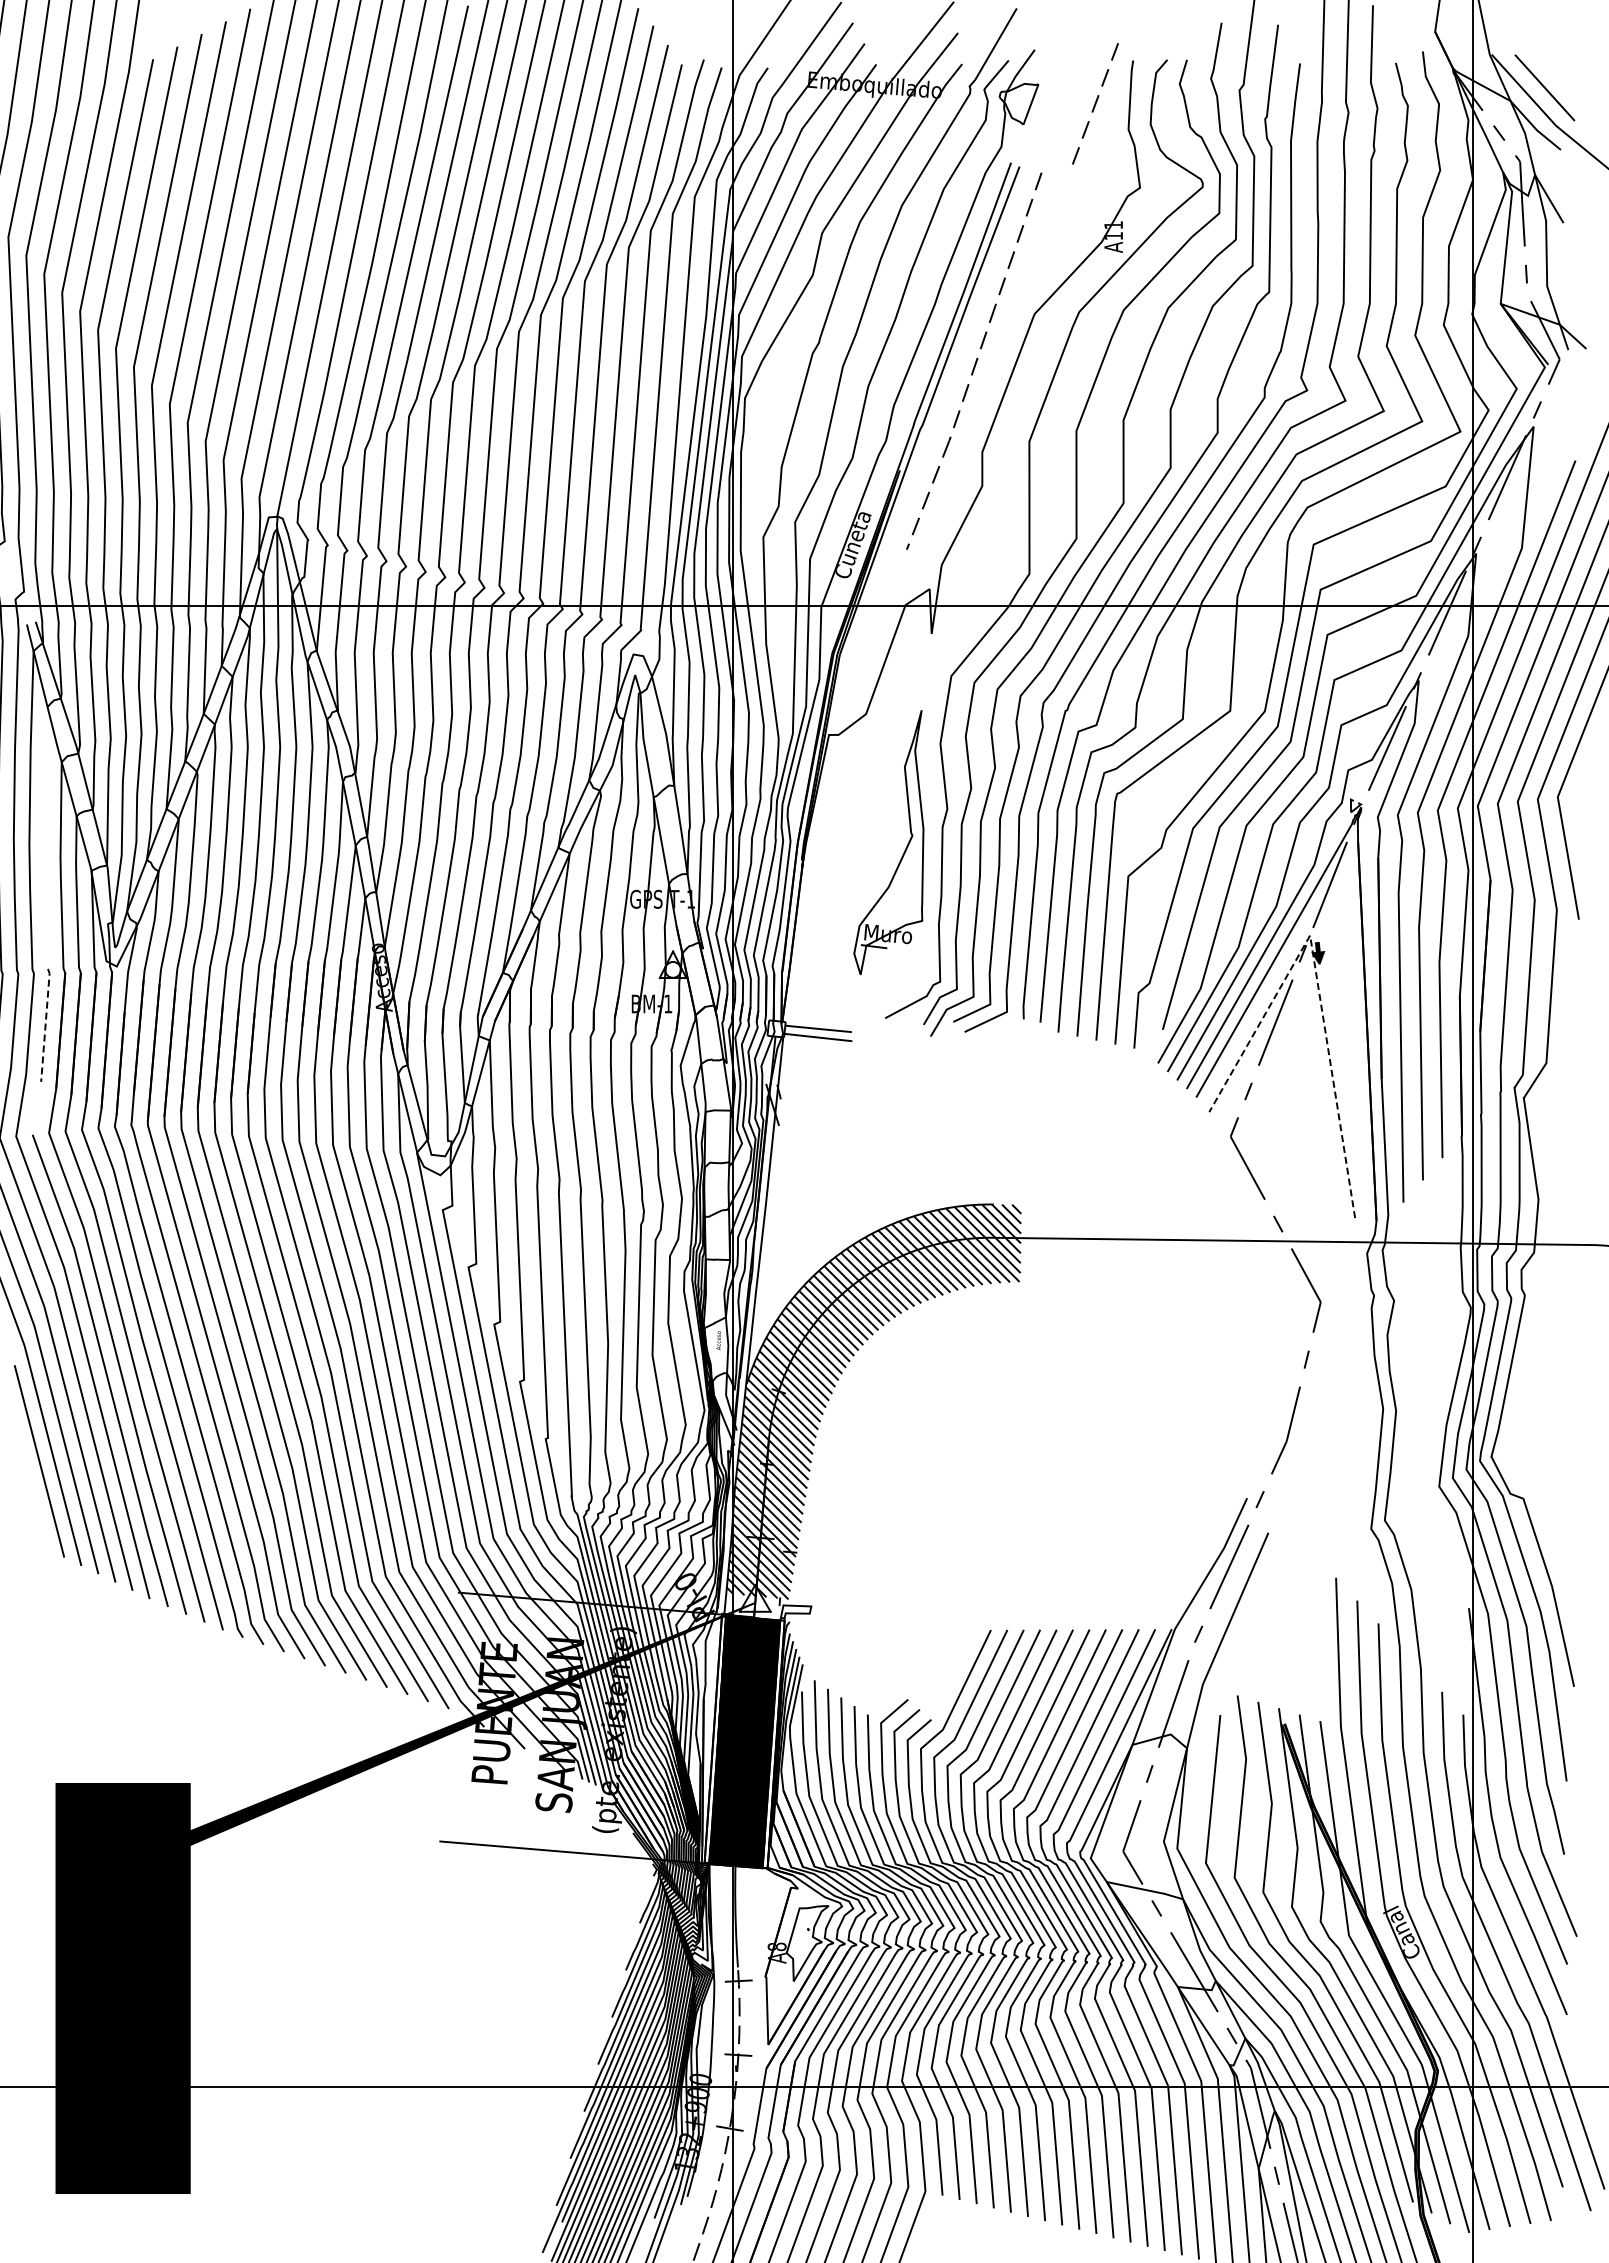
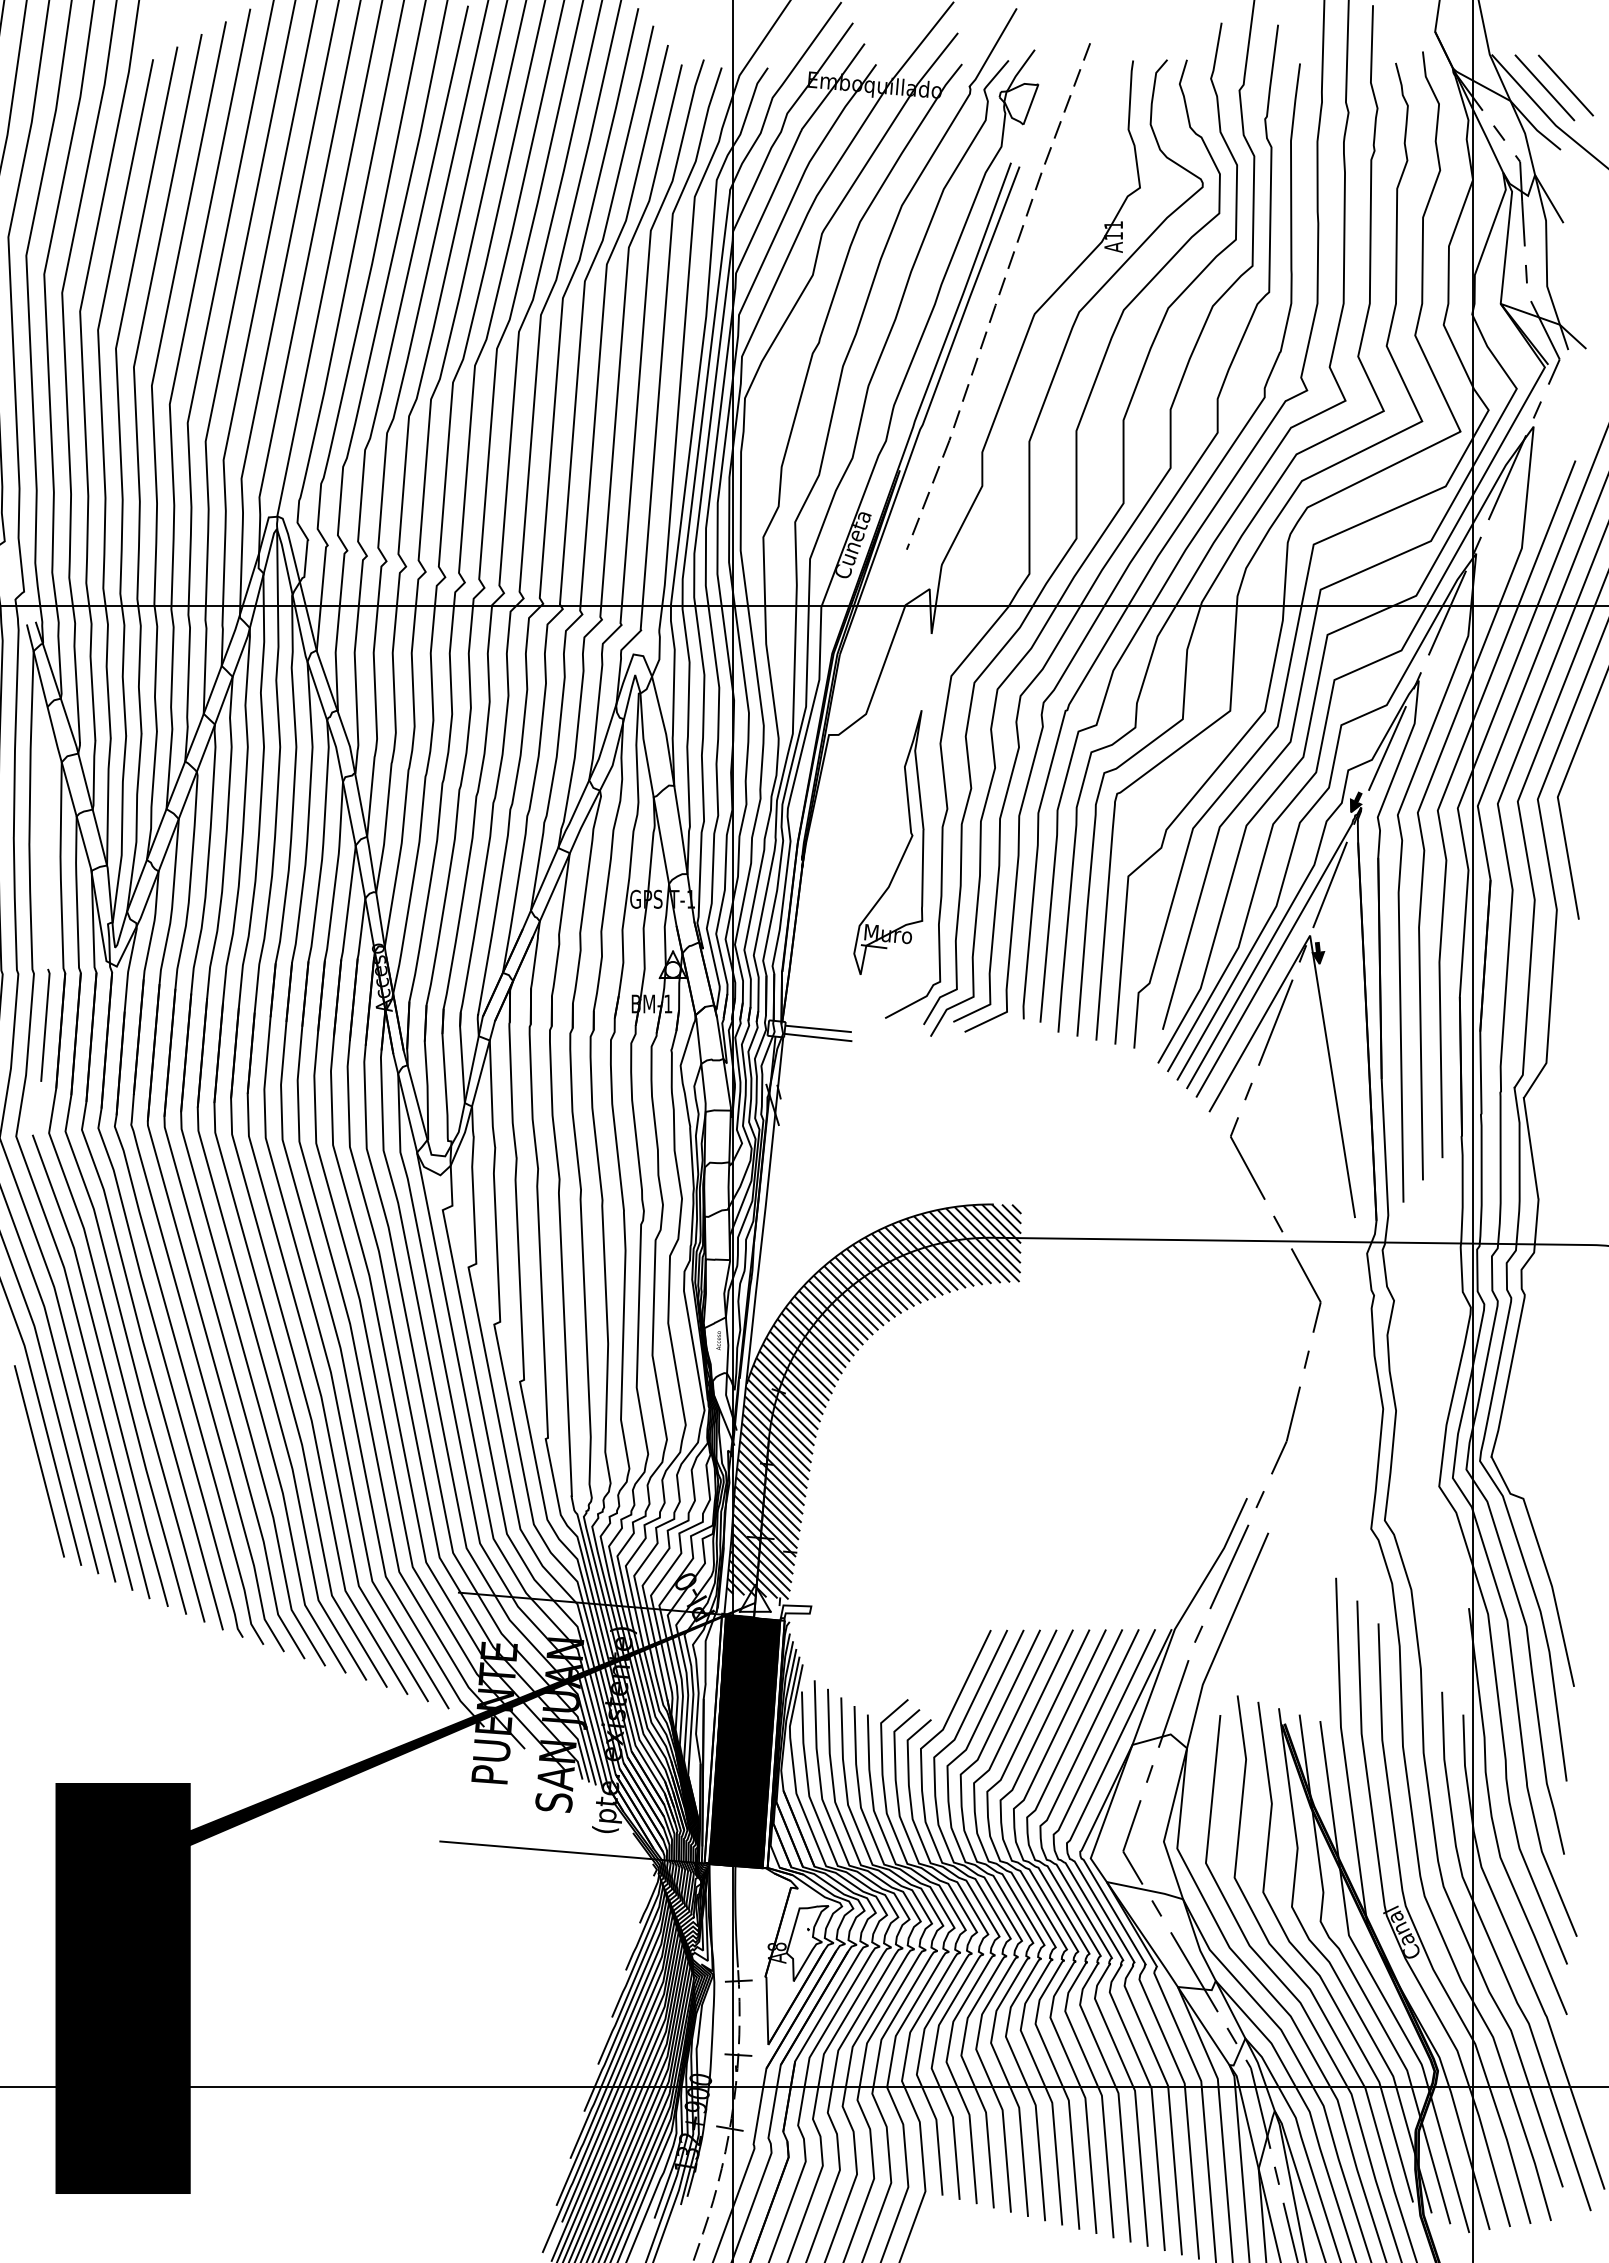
line at (1565, 85): none -> present
line at (1095, 103) position: (1095, 103) -> (1067, 103)
fill at (1356, 801): none -> present
line at (1316, 975): dashed -> solid
line at (45, 1025): dashed -> solid
